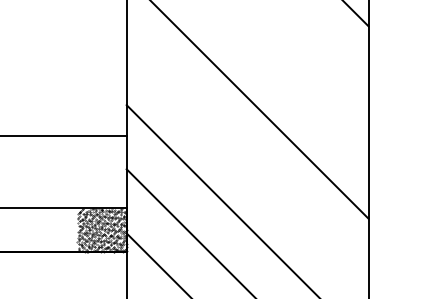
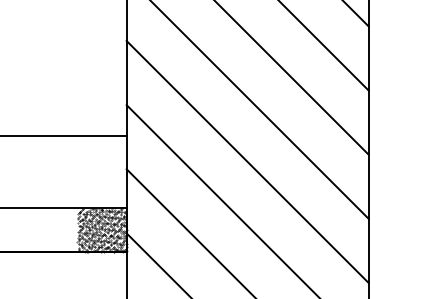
line at (324, 46): none -> present
line at (292, 78): none -> present
line at (247, 161): none -> present
